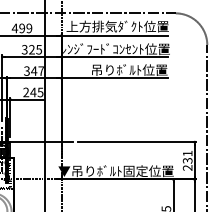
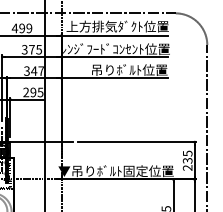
text at (31, 49): 325 -> 375
text at (33, 92): 245 -> 295
text at (187, 153): 231 -> 235
